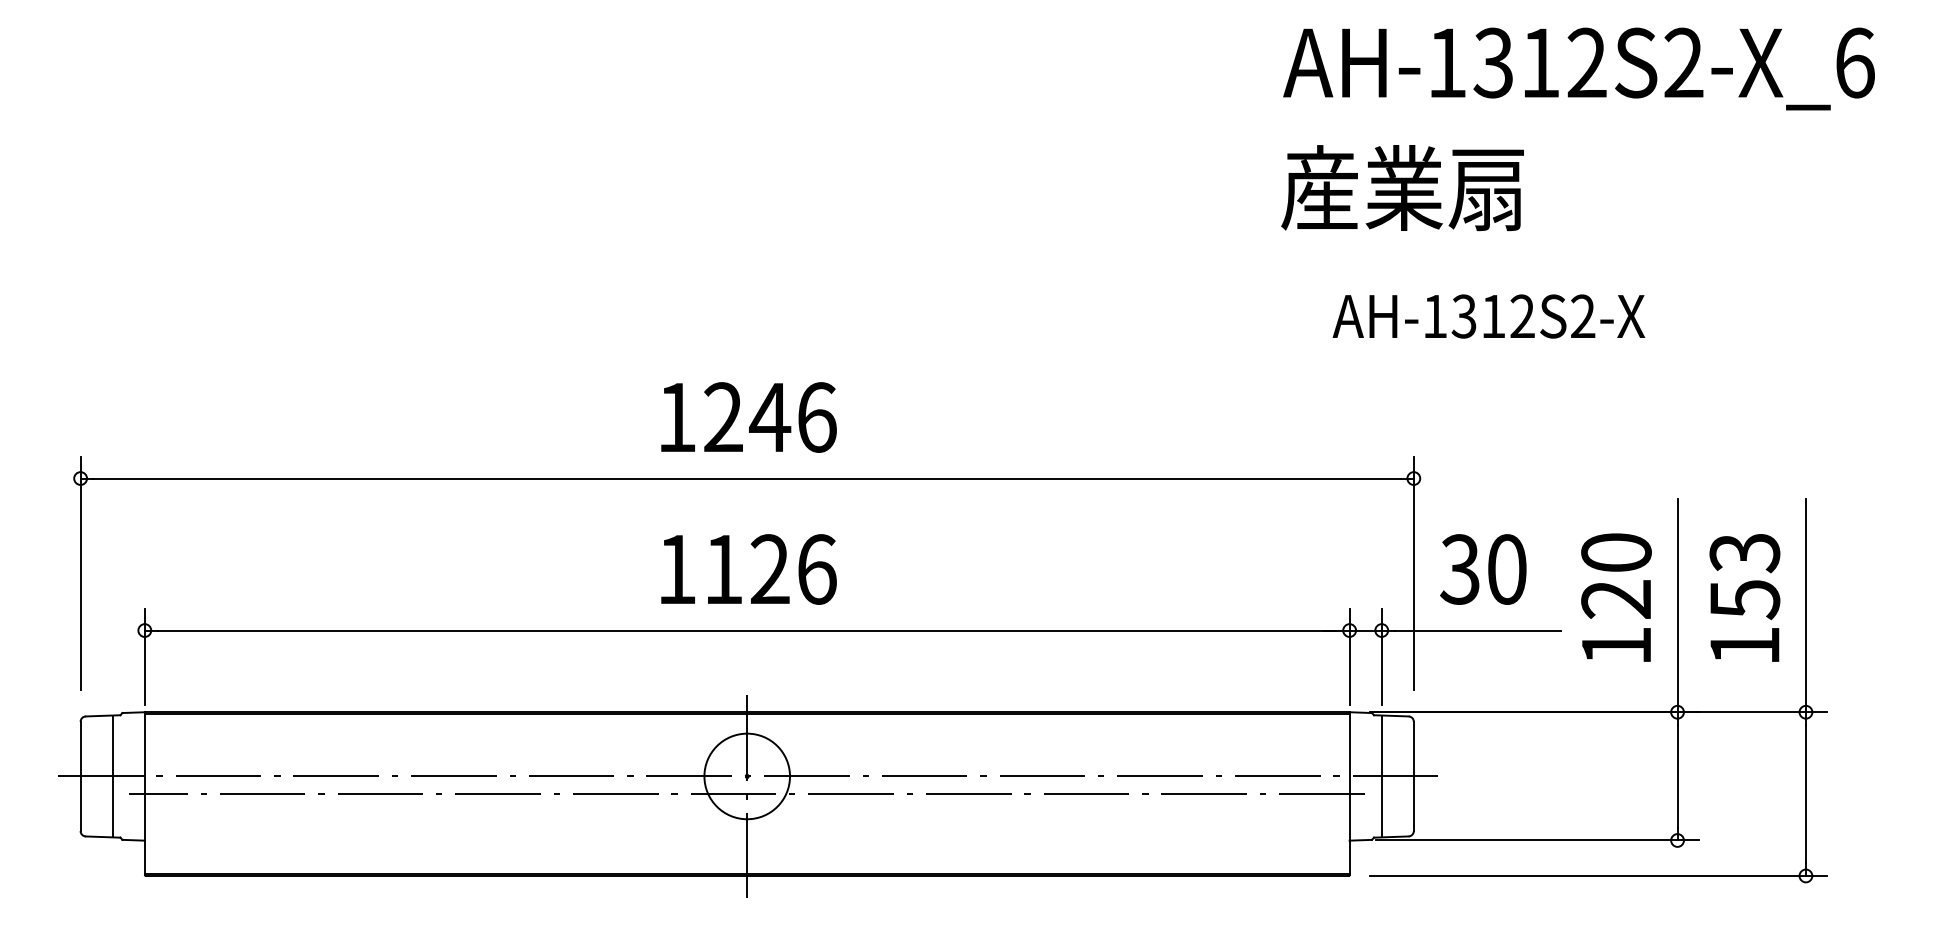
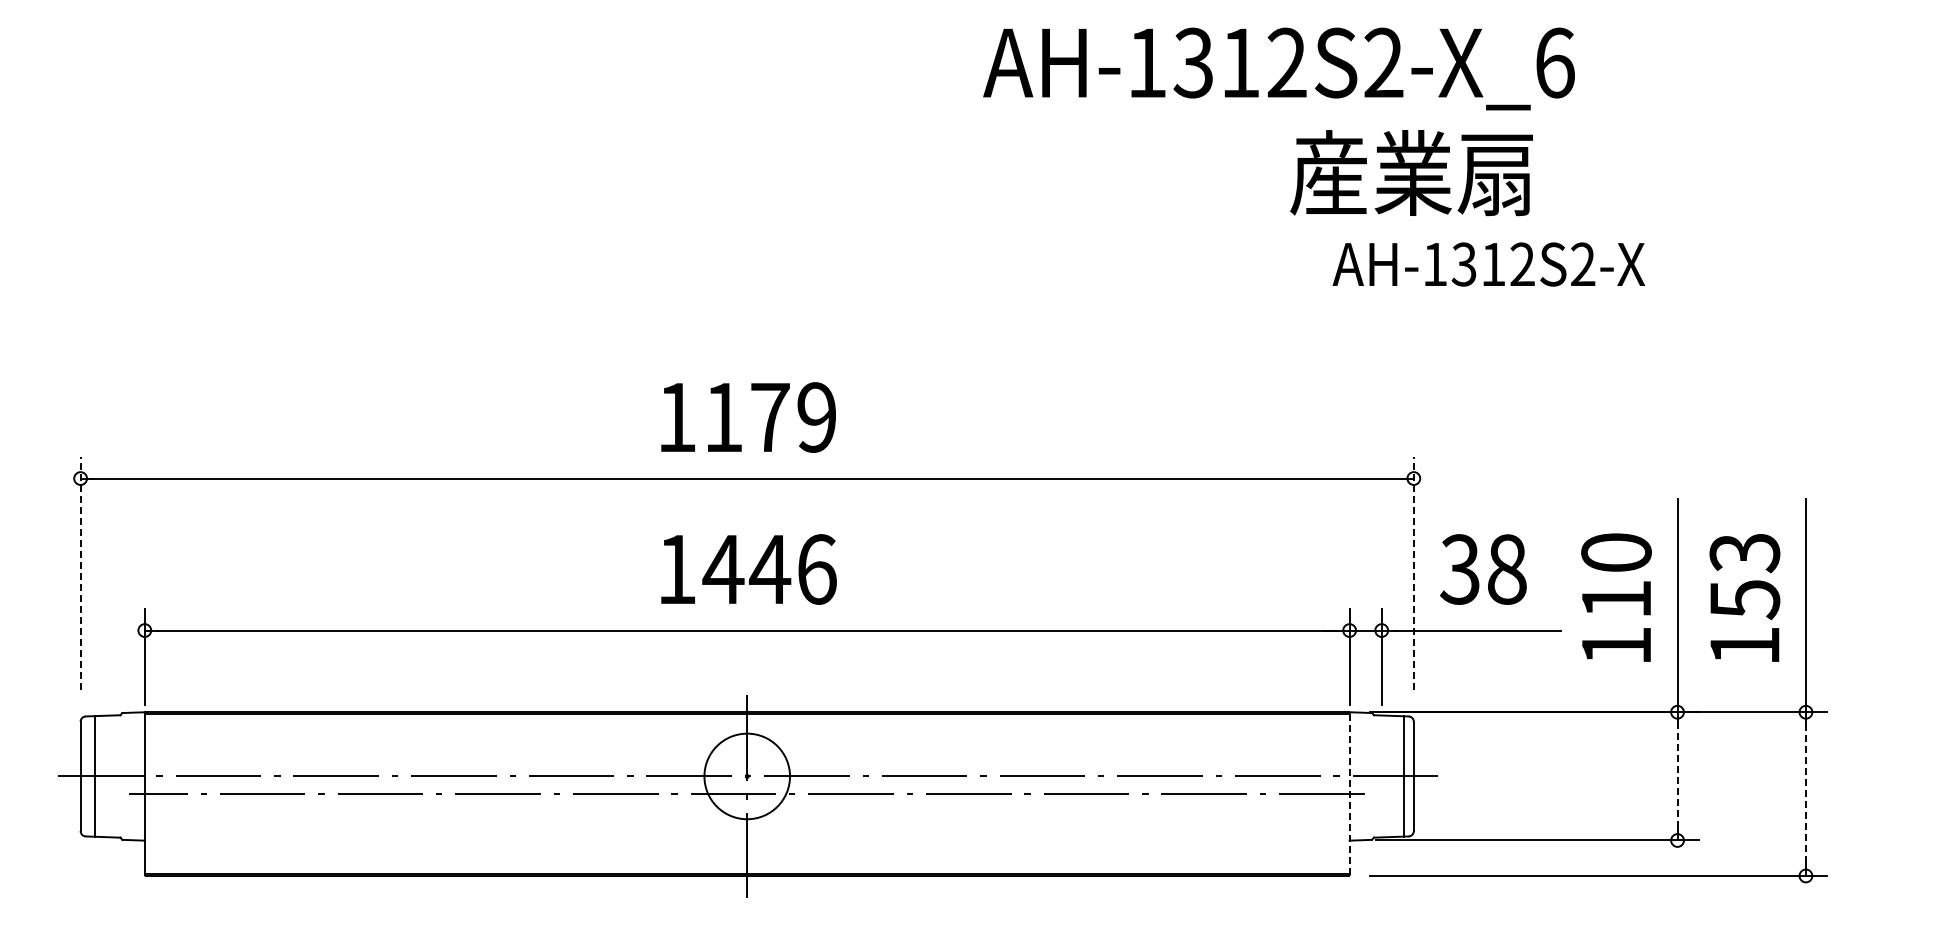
text at (1578, 68) position: (1578, 68) -> (1278, 68)
text at (1402, 188) position: (1402, 188) -> (1411, 173)
text at (1488, 316) position: (1488, 316) -> (1488, 264)
text at (770, 417): 1246 -> 1179
text at (746, 568): 1126 -> 1446
text at (1507, 569): 30 -> 38
line at (80, 572): solid -> dashed
line at (1413, 572): solid -> dashed
text at (1615, 599): 120 -> 110
line at (1677, 775): solid -> dashed
line at (112, 776) position: (112, 776) -> (94, 776)
line at (1381, 776) position: (1381, 776) -> (1403, 776)
line at (1349, 793): solid -> dashed
line at (1805, 793): solid -> dashed
